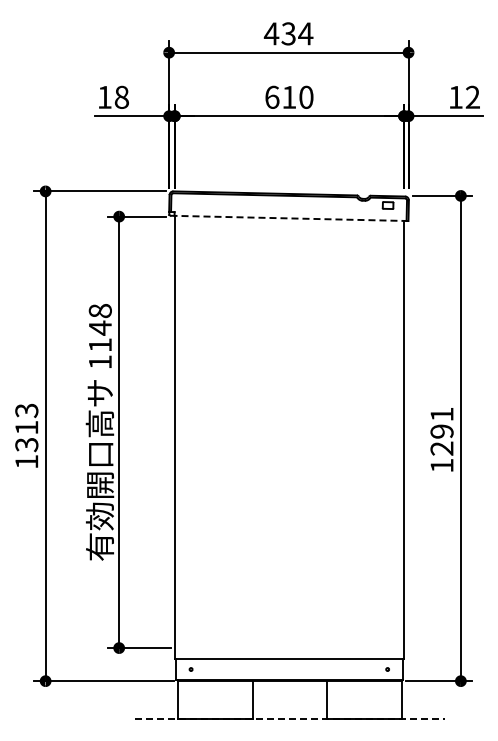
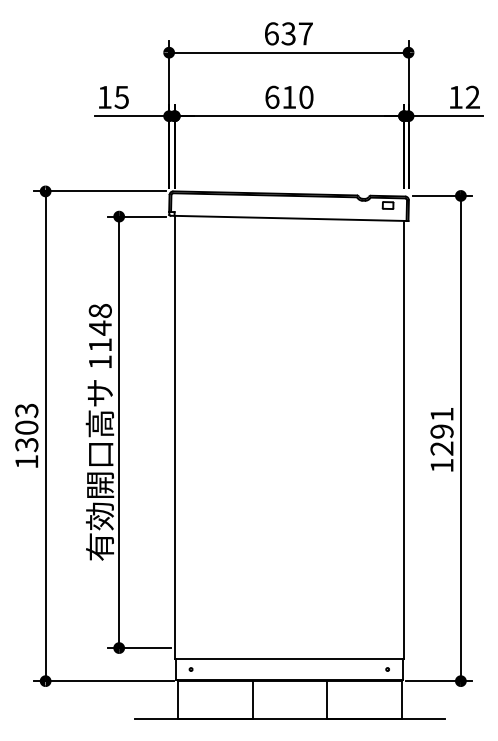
text at (288, 33): 434 -> 637
text at (121, 96): 18 -> 15
line at (289, 218): dashed -> solid
text at (26, 427): 1313 -> 1303
line at (289, 718): dashed -> solid
